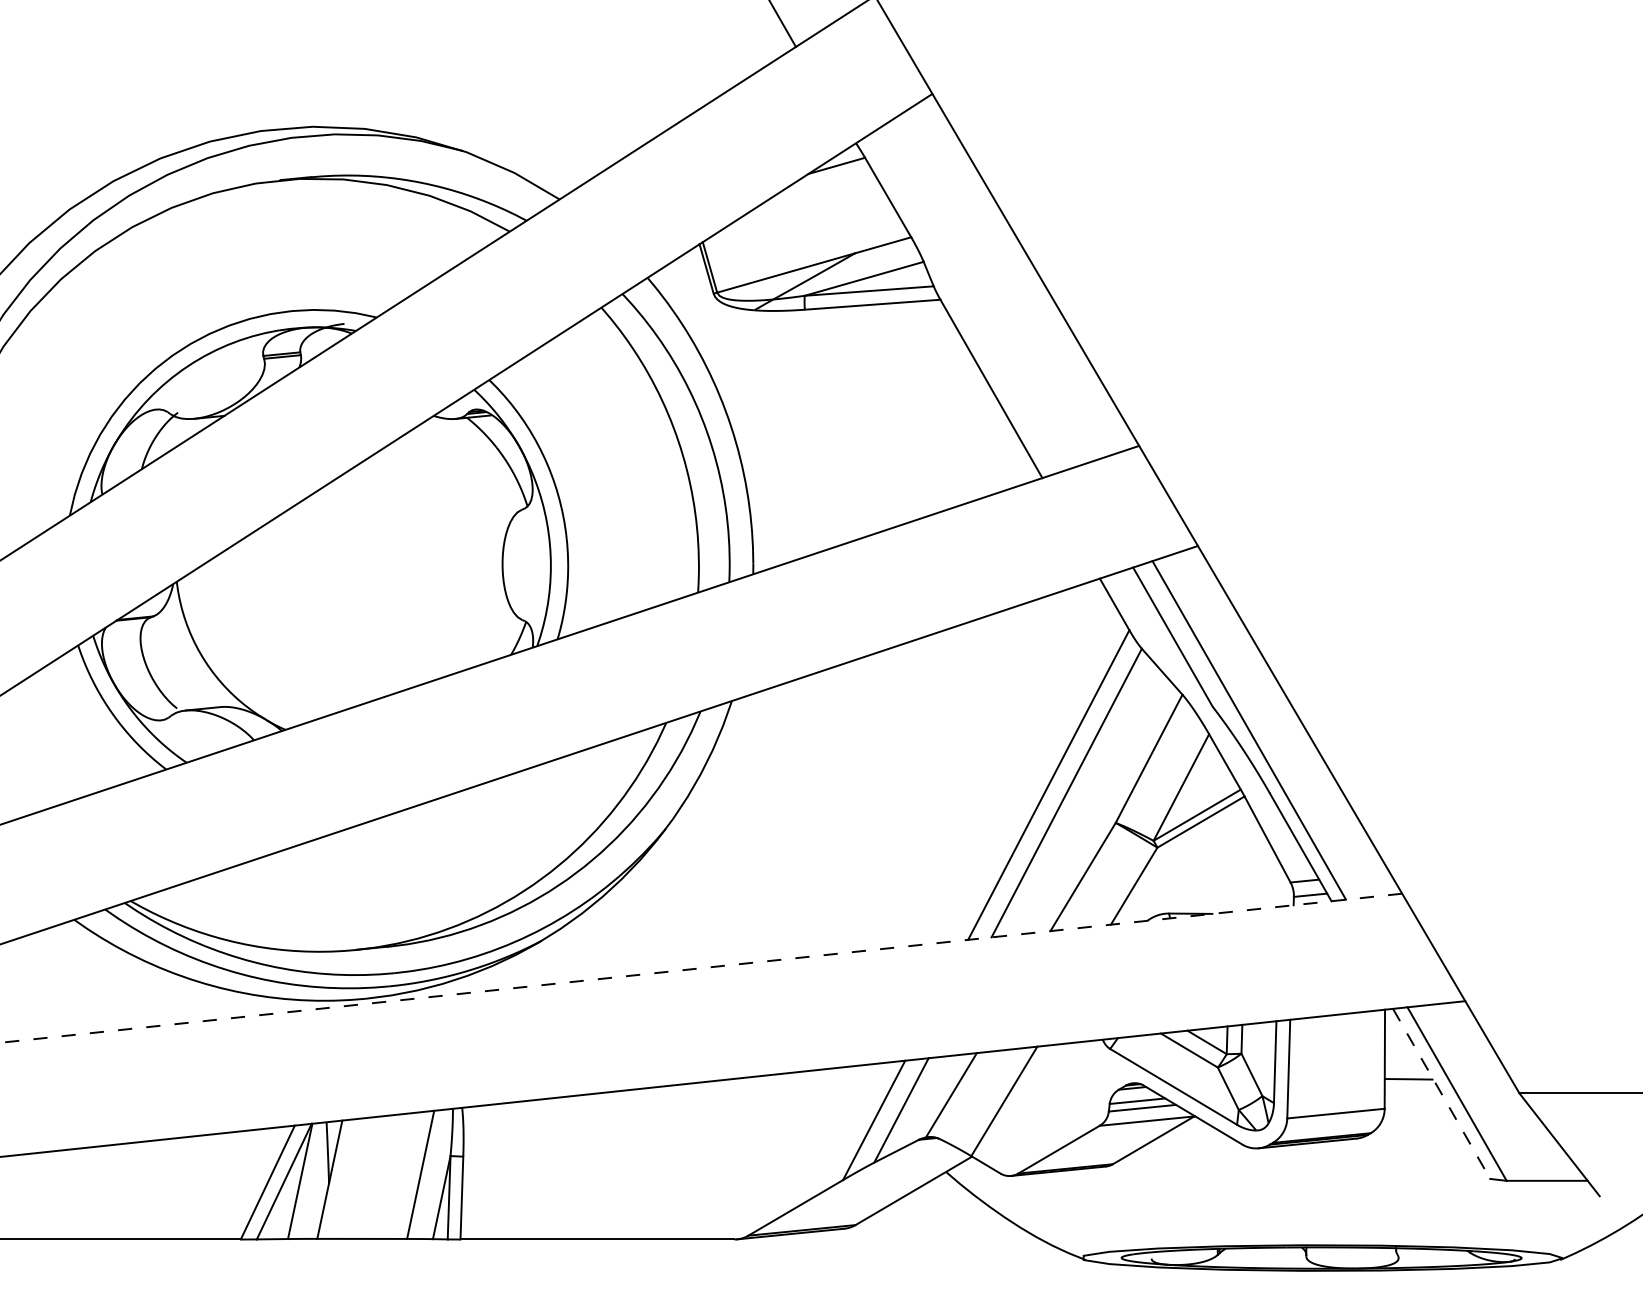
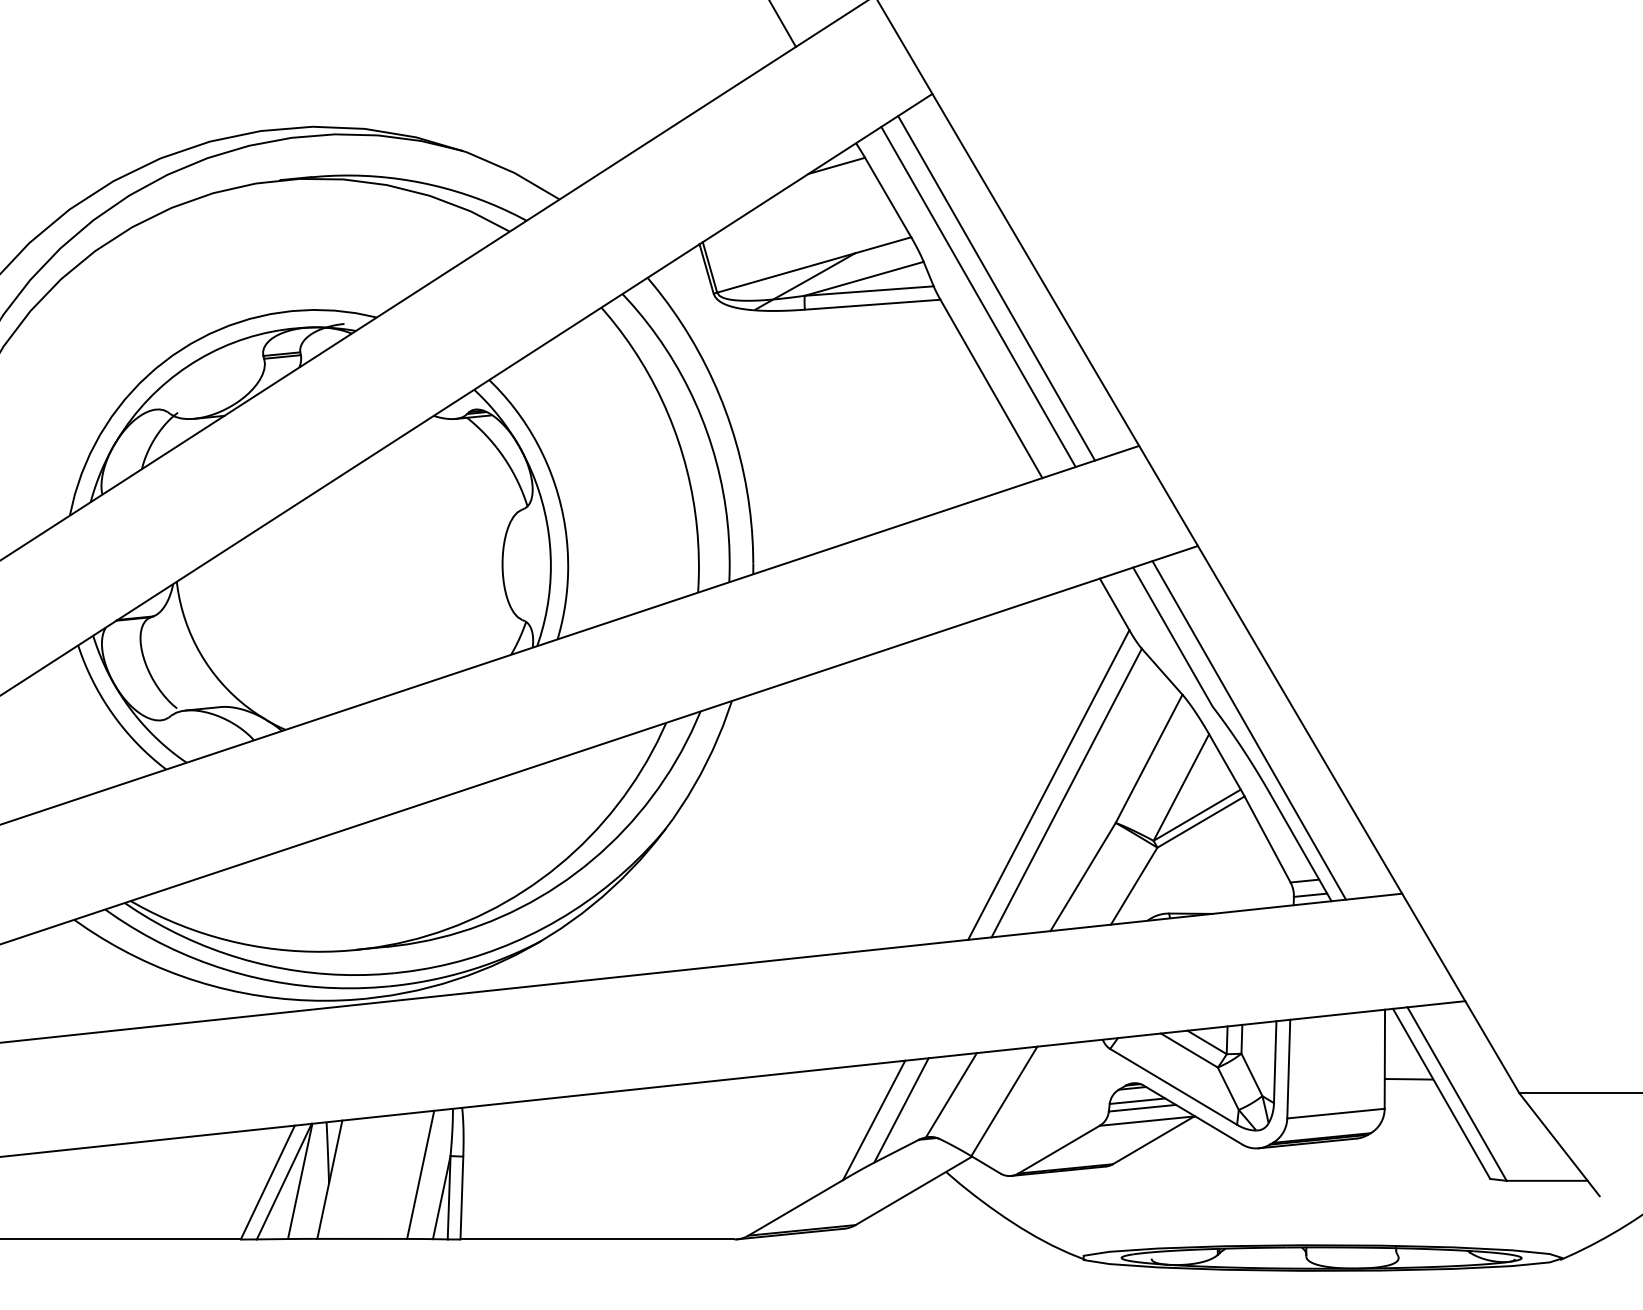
line at (996, 288): none -> present
line at (978, 296): none -> present
line at (701, 968): dashed -> solid
line at (1441, 1093): dashed -> solid
